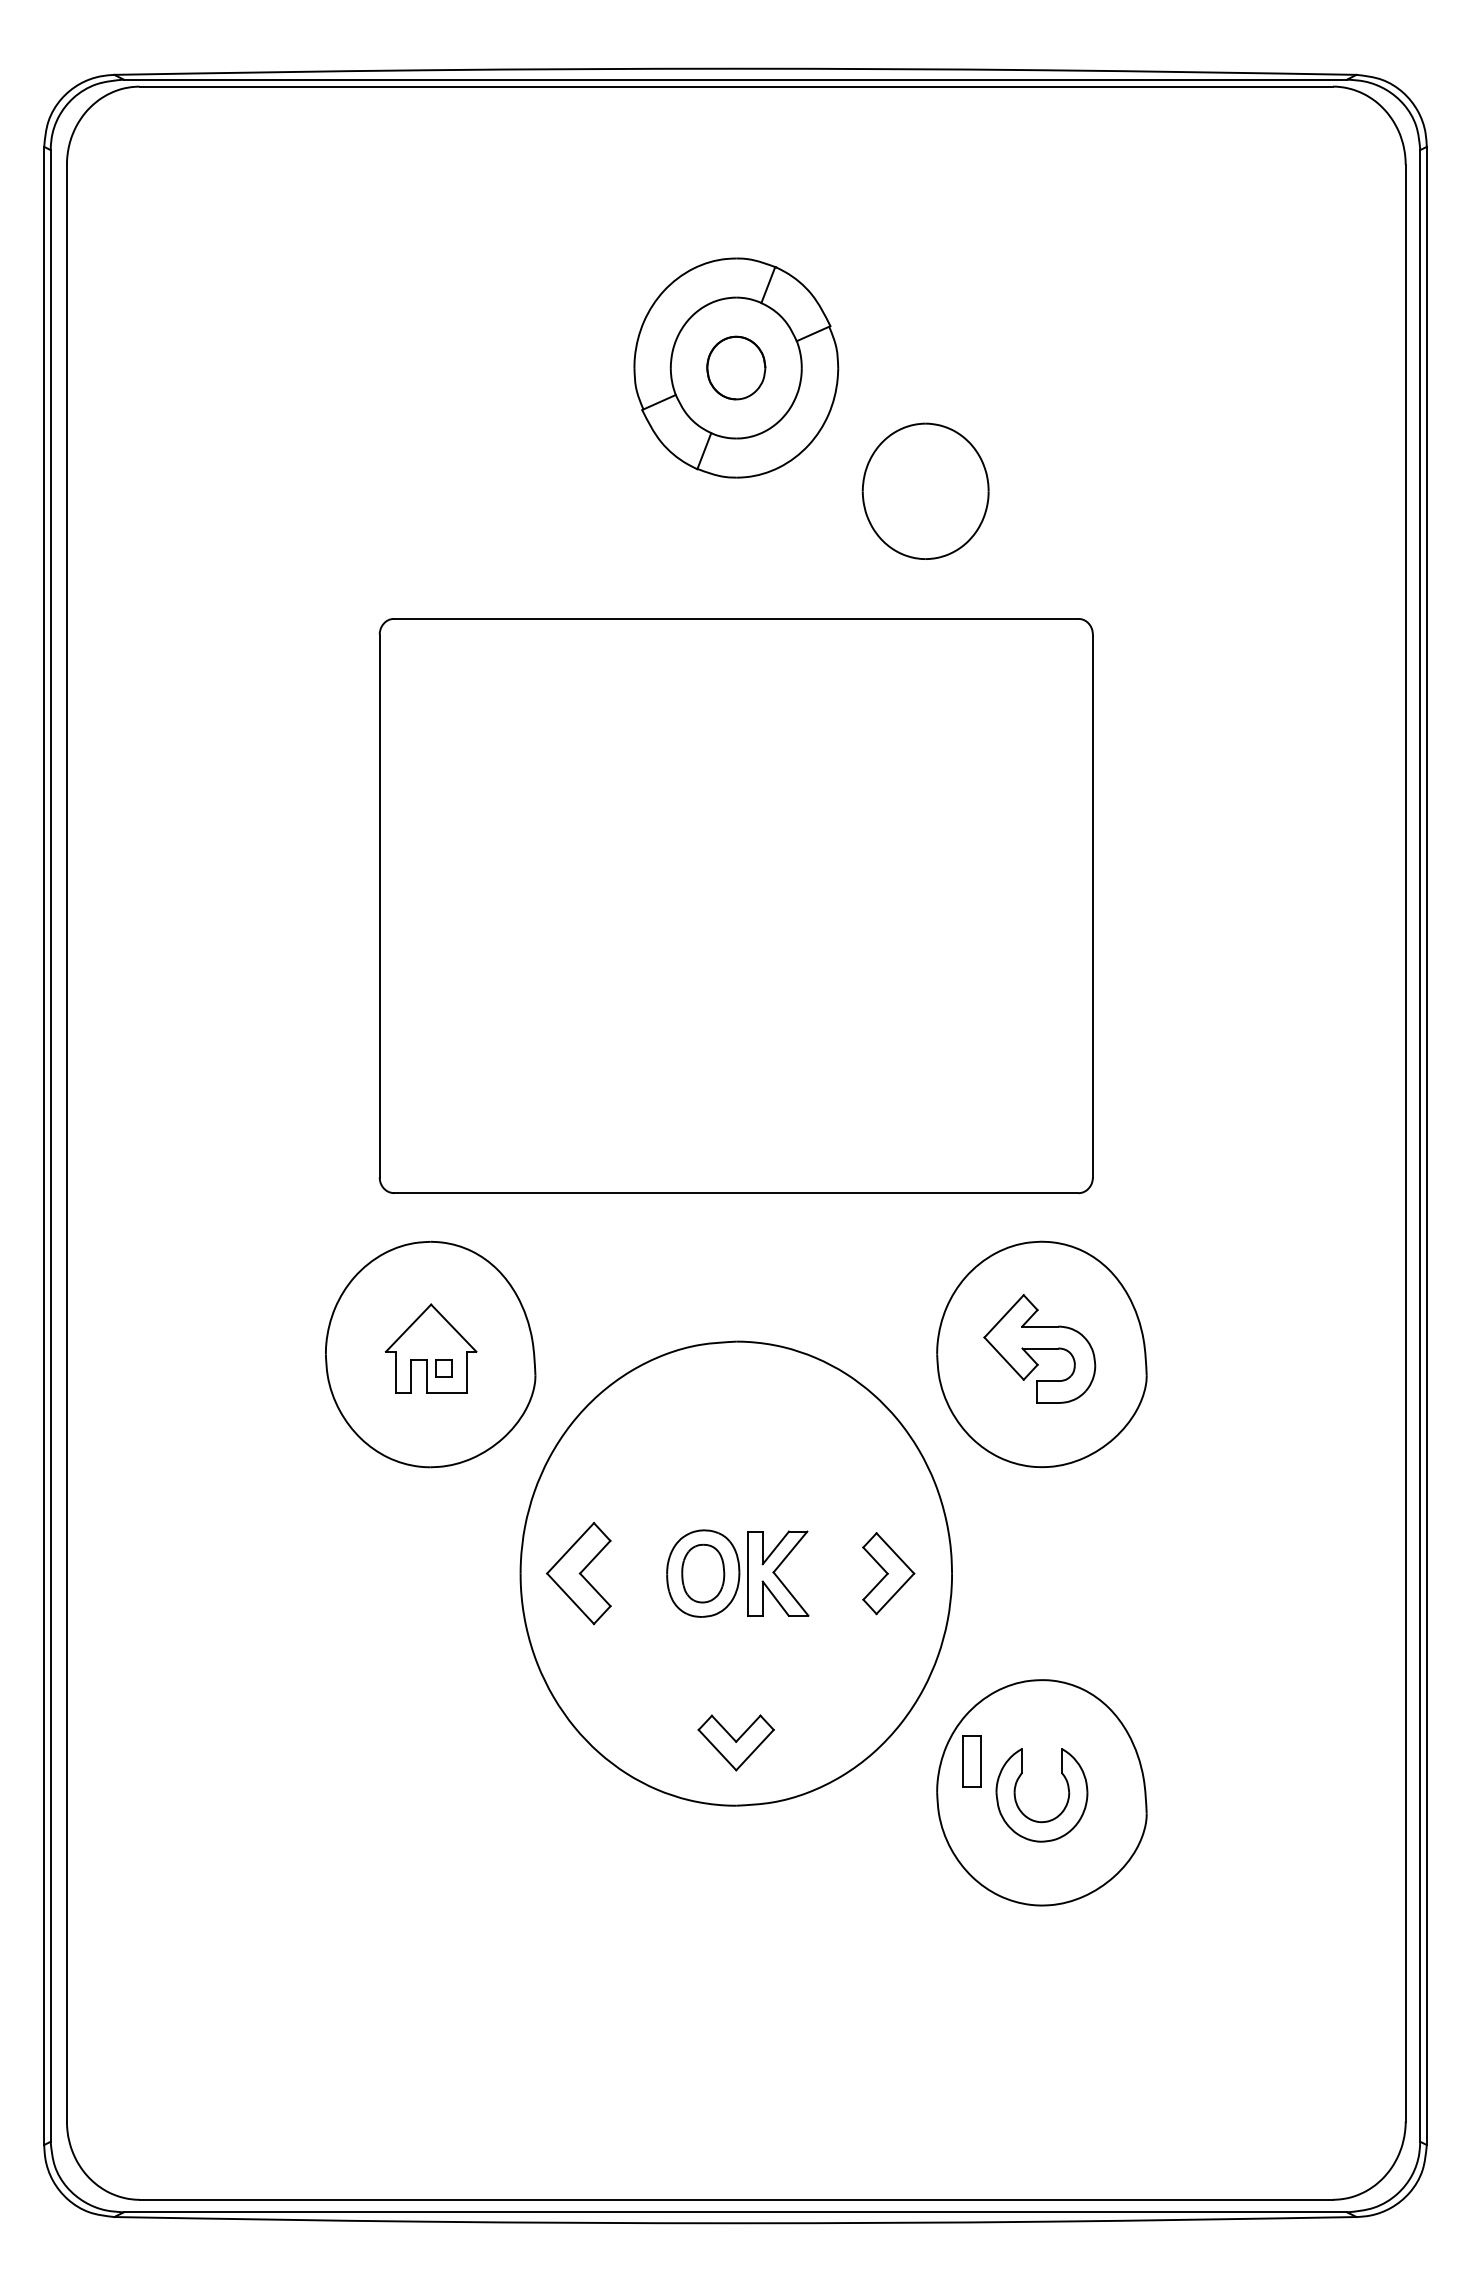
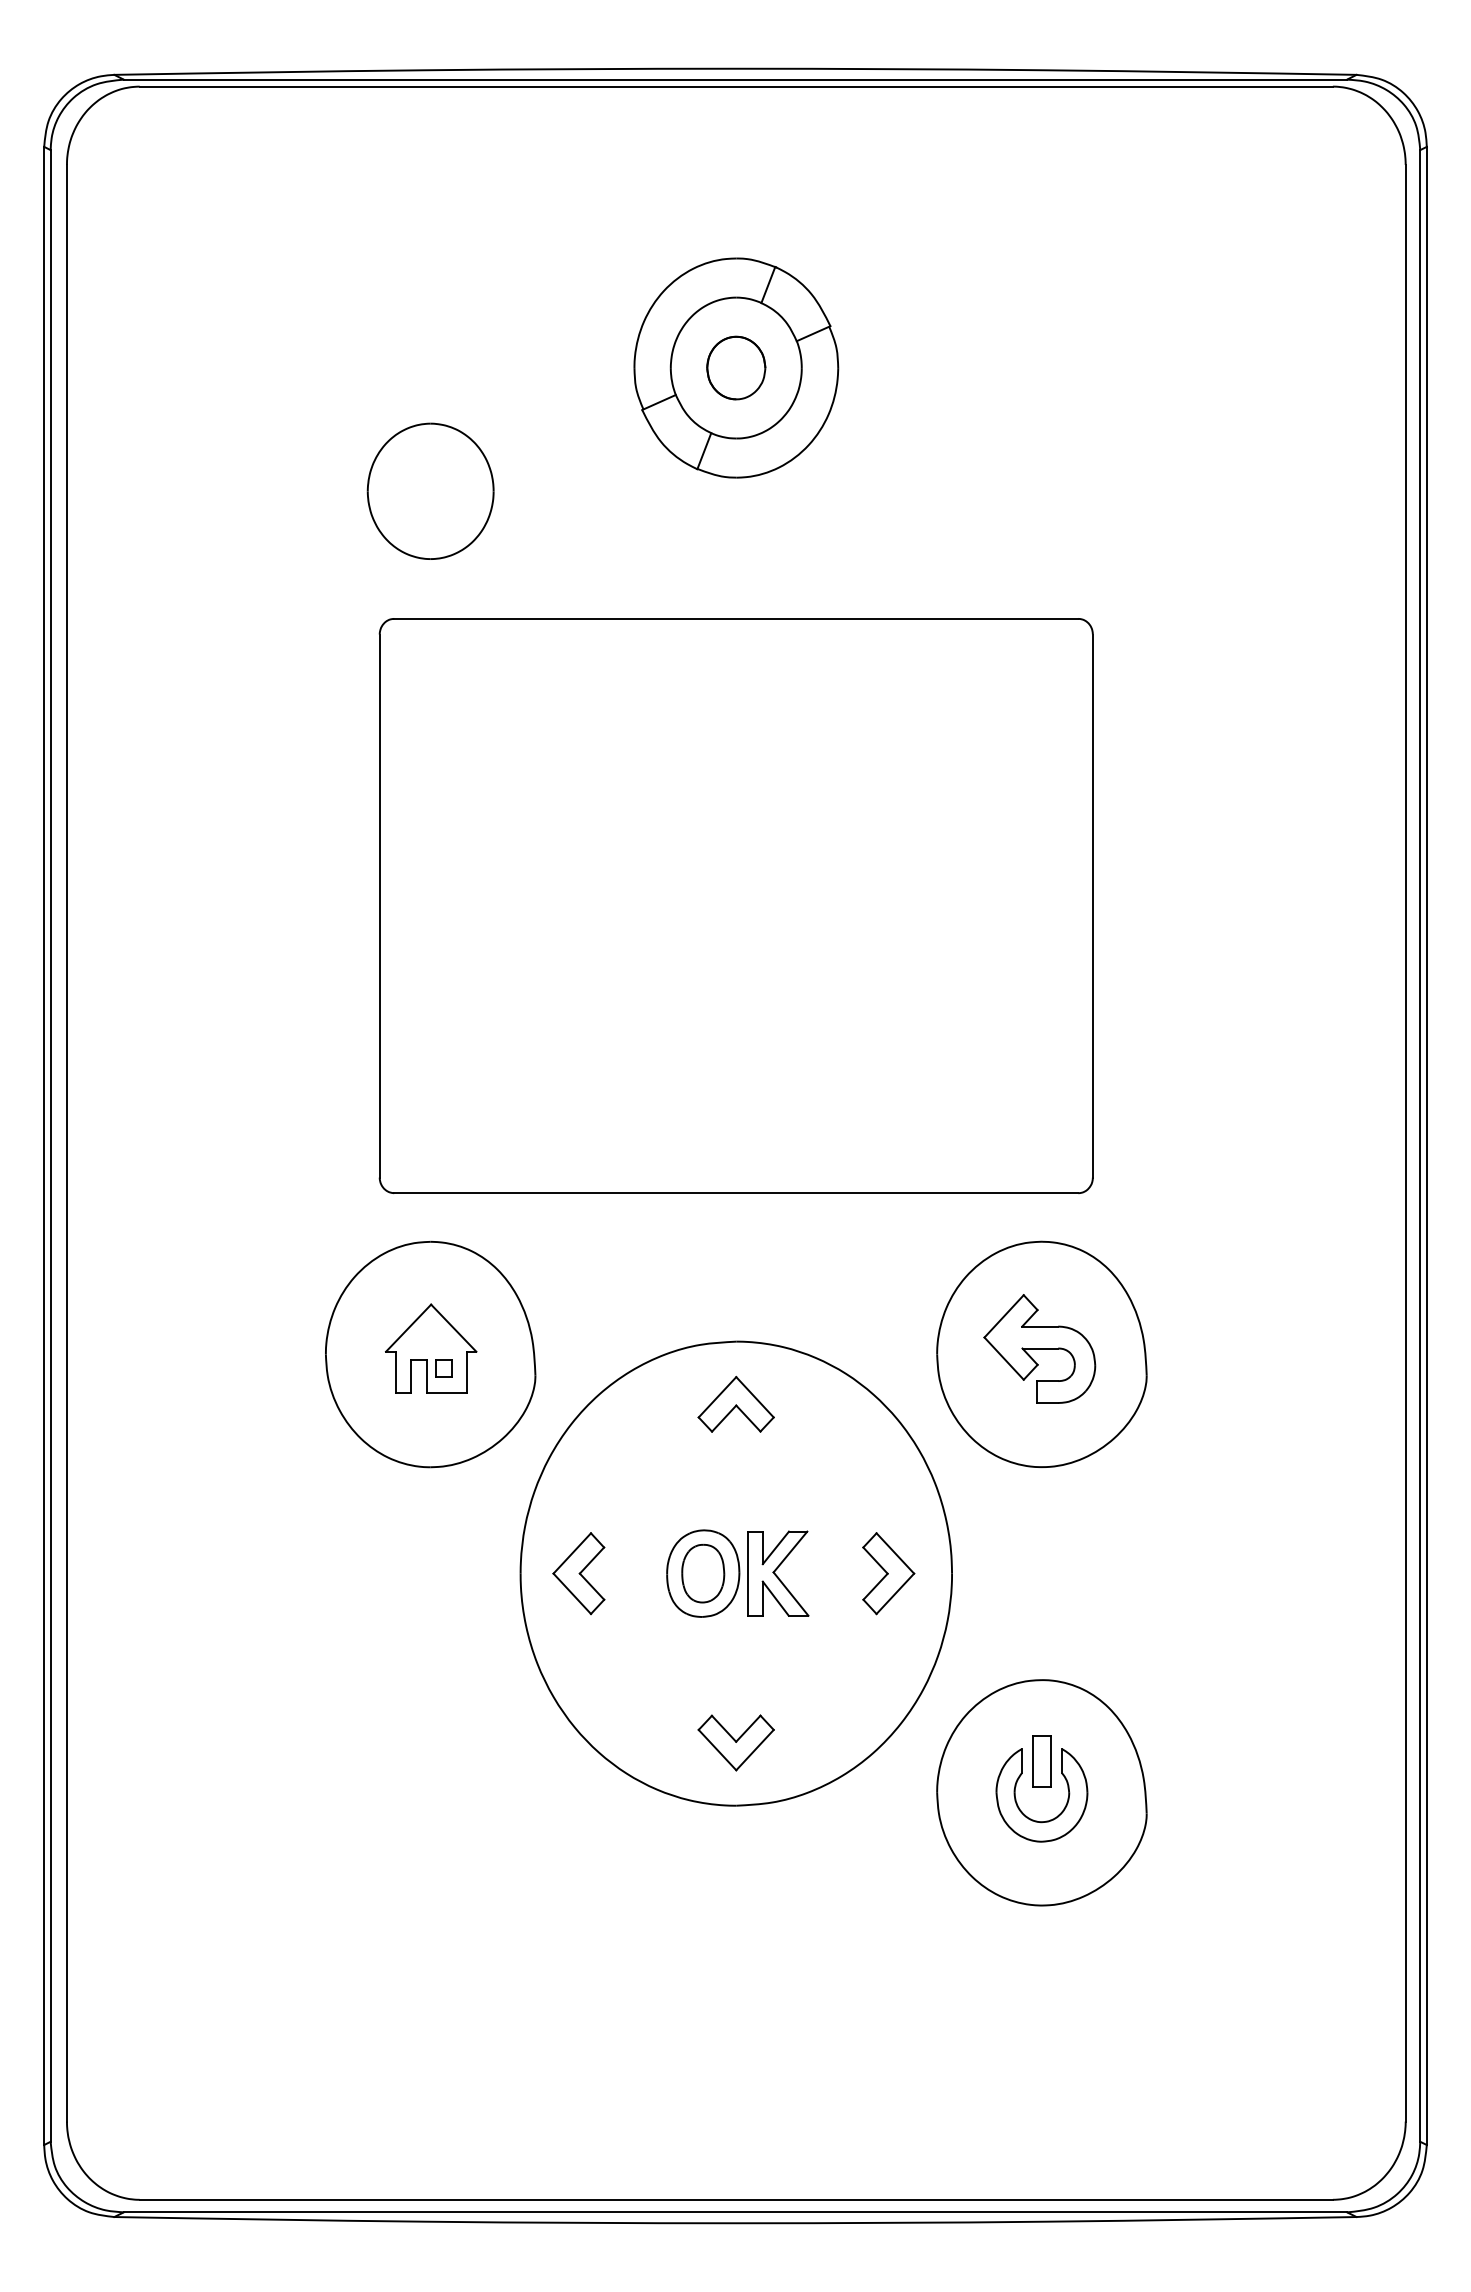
part at (925, 490) position: (925, 490) -> (430, 490)
part at (735, 1403): none -> present
part at (578, 1573) size: 66x104 px -> 54x84 px
part at (971, 1761) position: (971, 1761) -> (1041, 1761)
